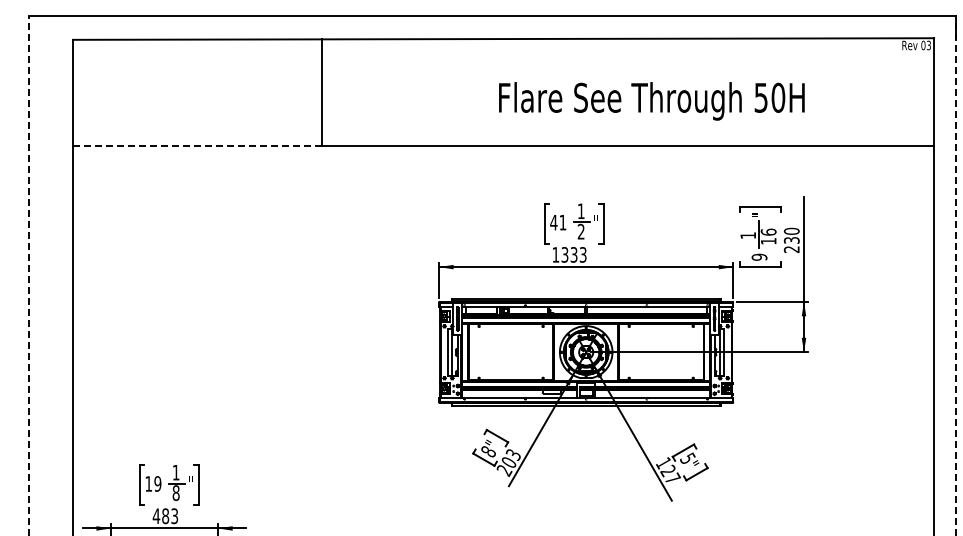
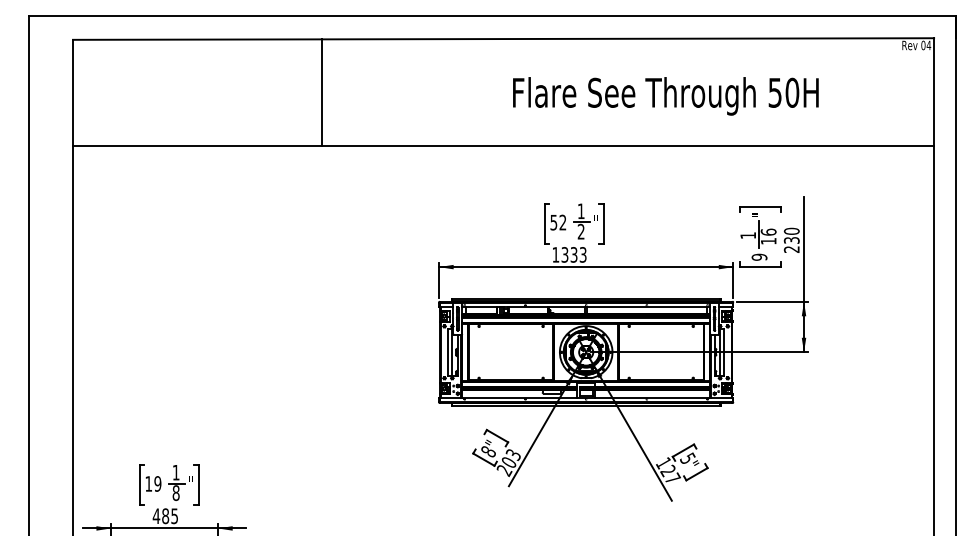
text at (928, 45): 03 -> 04
text at (651, 101) position: (651, 101) -> (665, 96)
line at (197, 146): dashed -> solid
text at (558, 222): 41 -> 52
line at (28, 276): dashed -> solid
line at (956, 276): dashed -> solid
text at (174, 515): 483 -> 485
